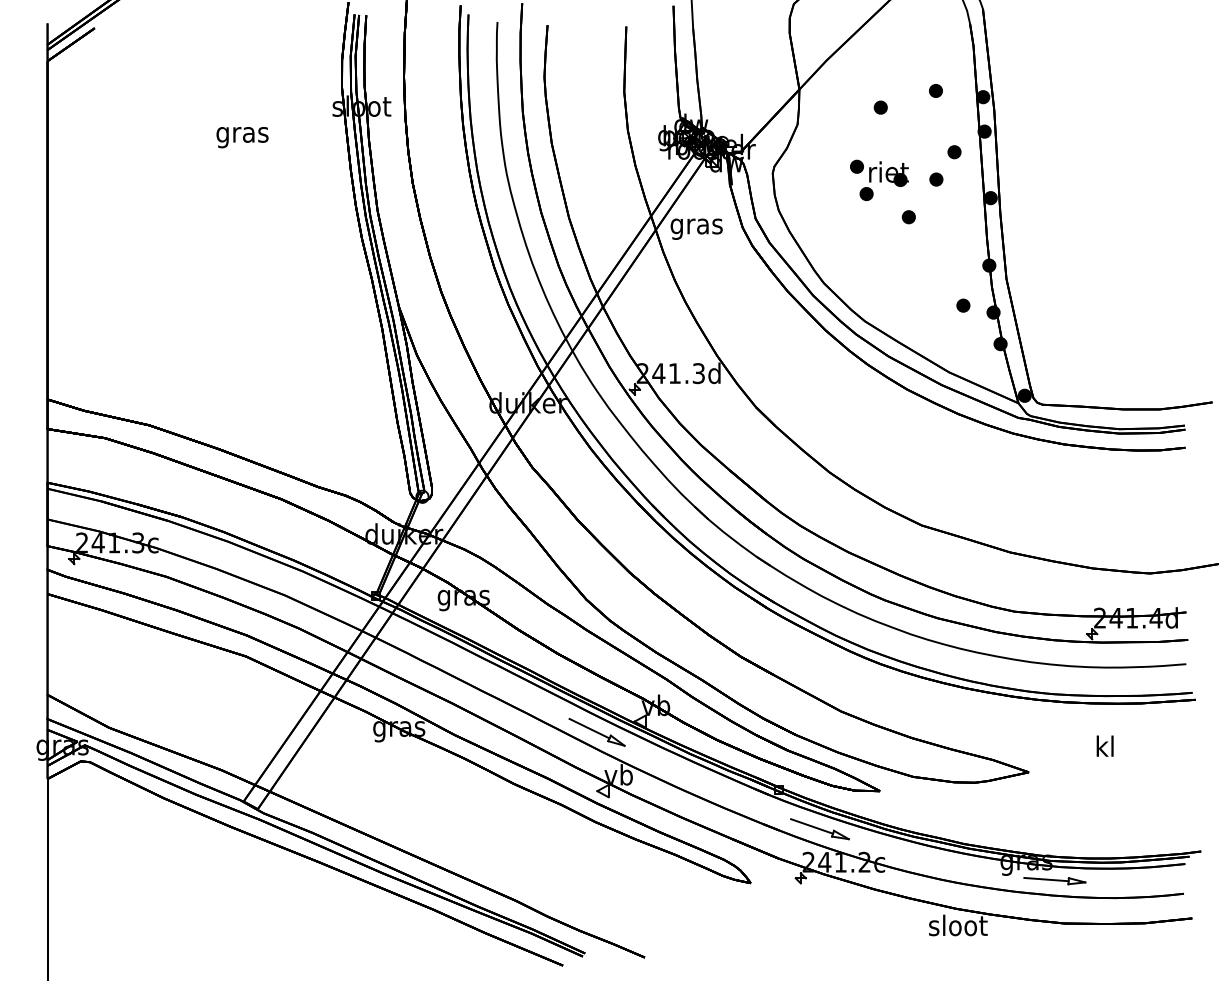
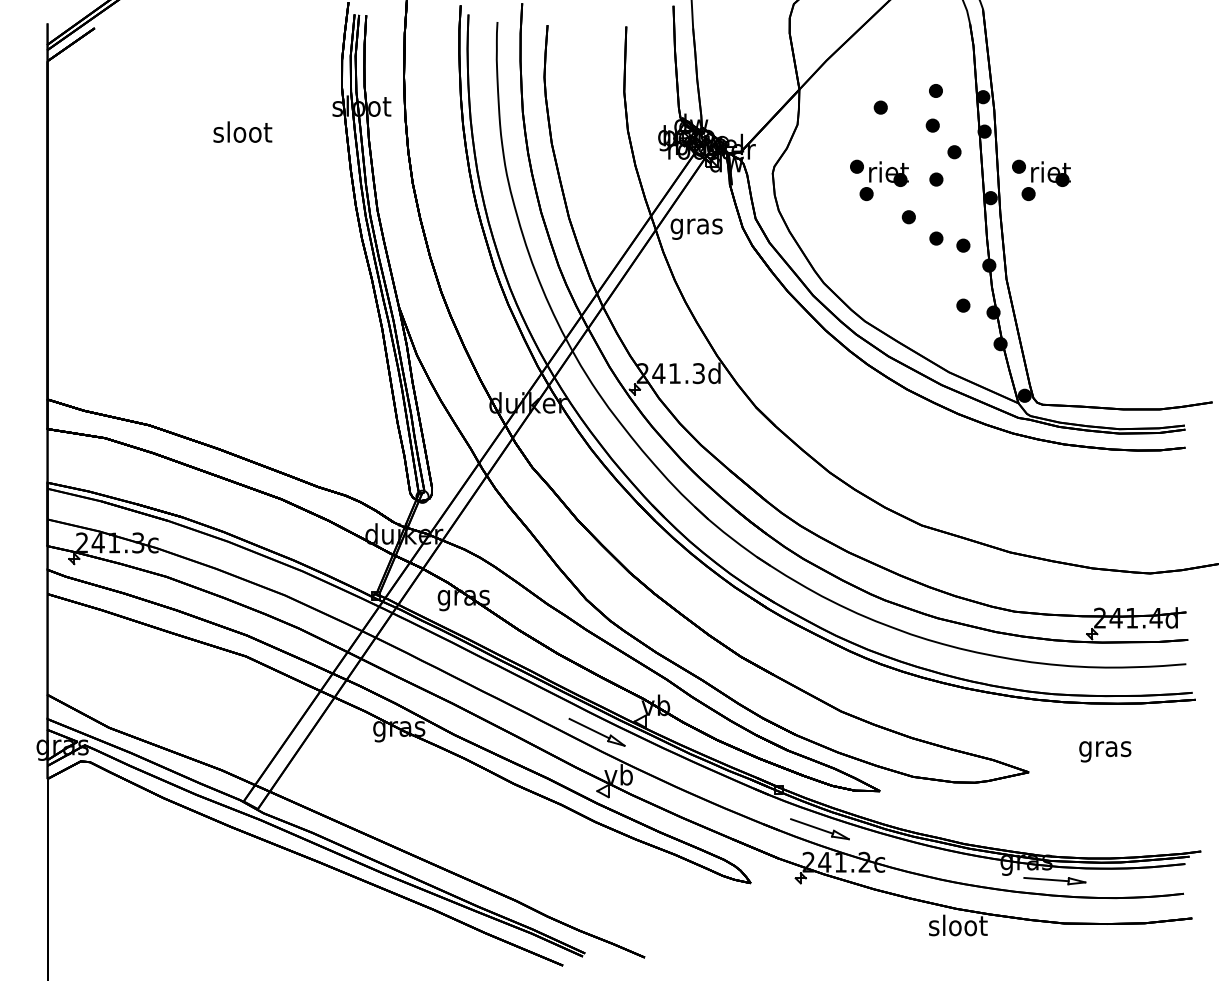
part at (932, 125): none -> present
text at (242, 134): gras -> sloot
part at (1041, 180): none -> present
part at (936, 238): none -> present
part at (963, 245): none -> present
text at (1105, 748): kl -> gras
